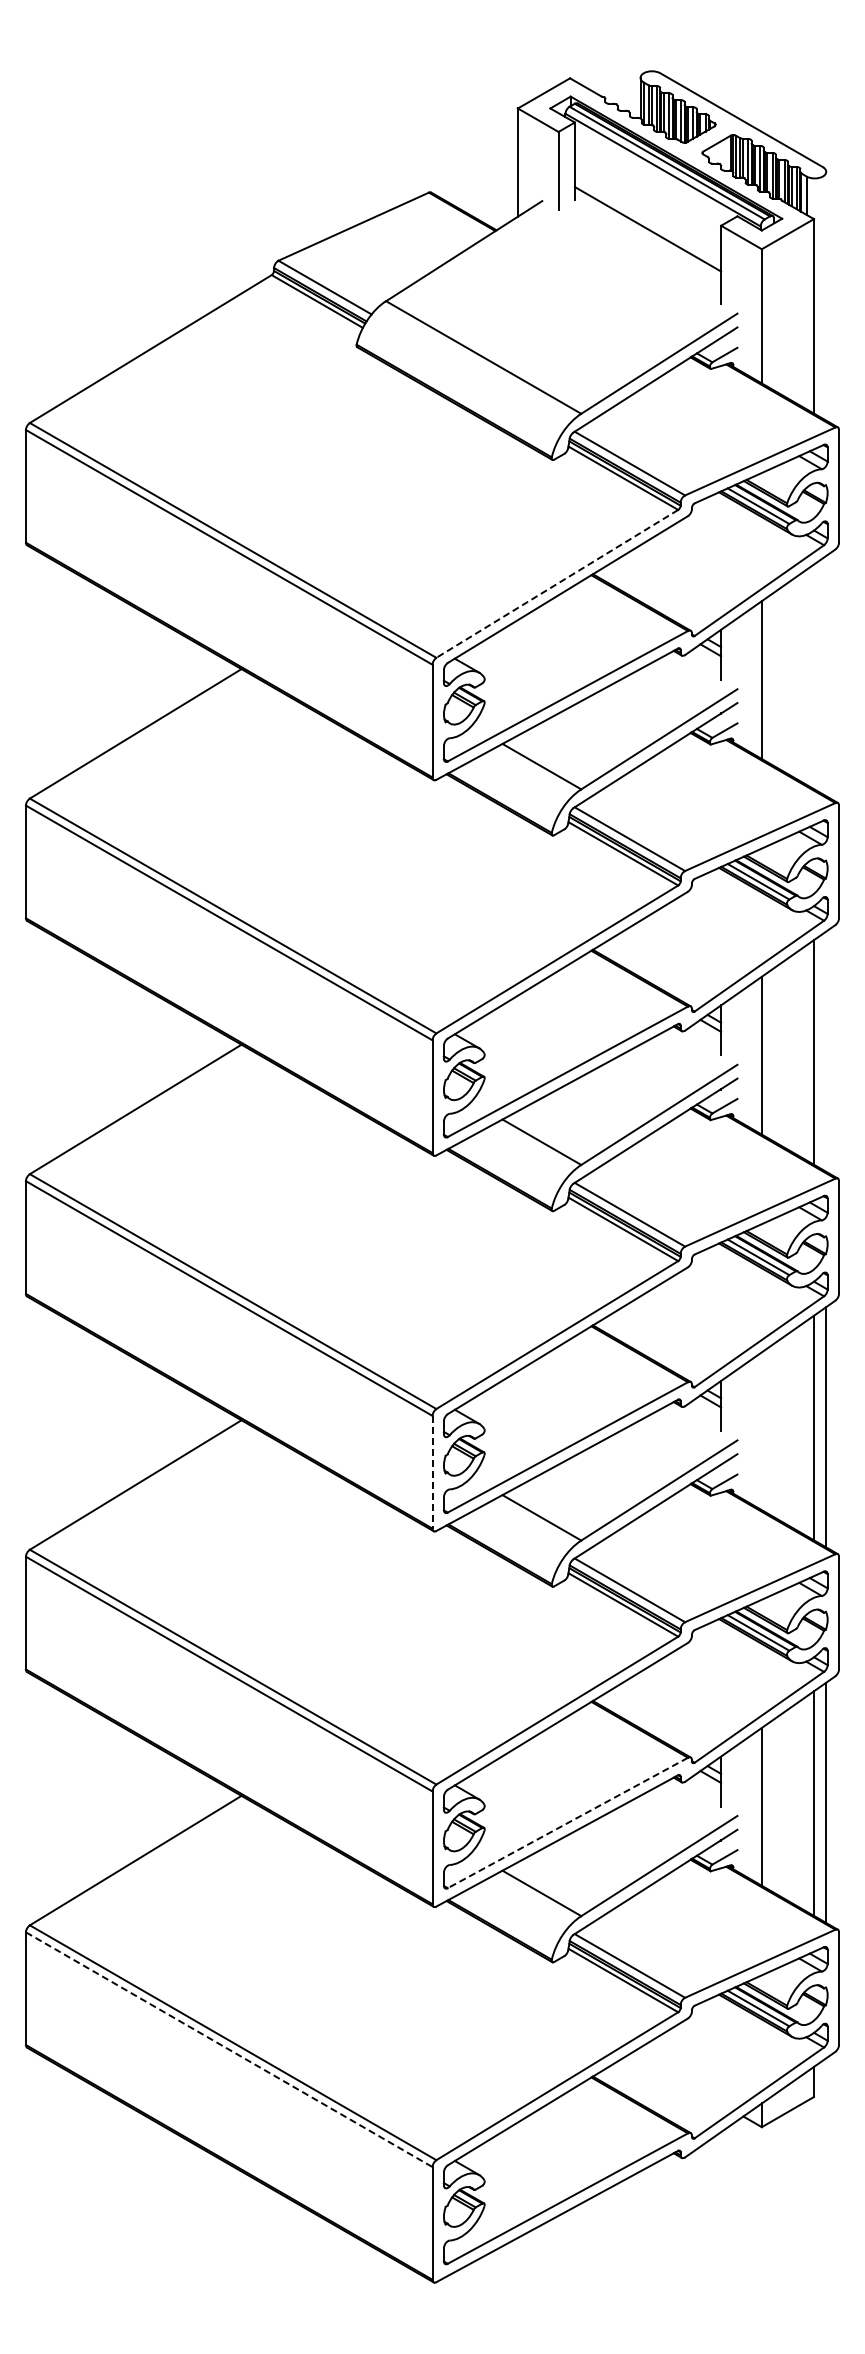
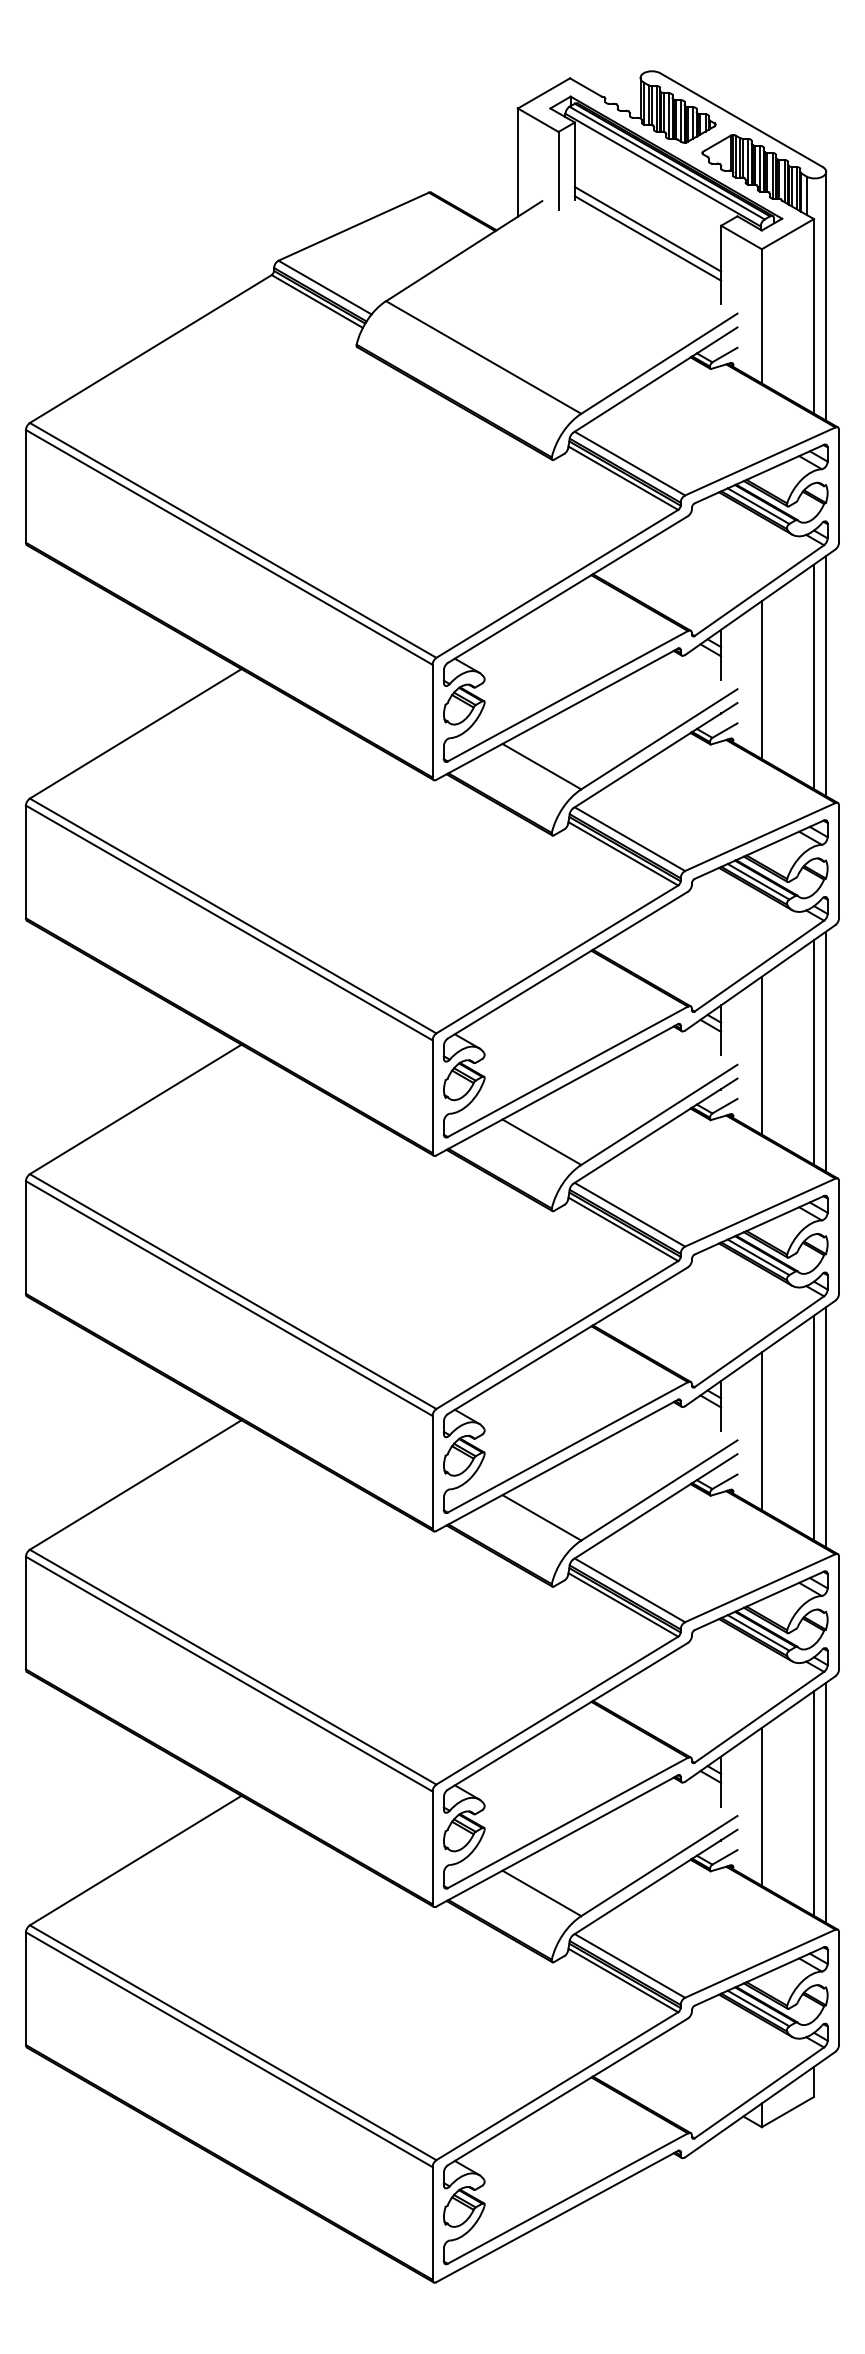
line at (647, 238): none -> present
line at (826, 295): none -> present
line at (557, 583): dashed -> solid
line at (826, 675): none -> present
line at (813, 676): none -> present
line at (826, 1051): none -> present
line at (761, 1431): none -> present
line at (432, 1472): dashed -> solid
line at (567, 1822): dashed -> solid
line at (229, 2049): dashed -> solid
